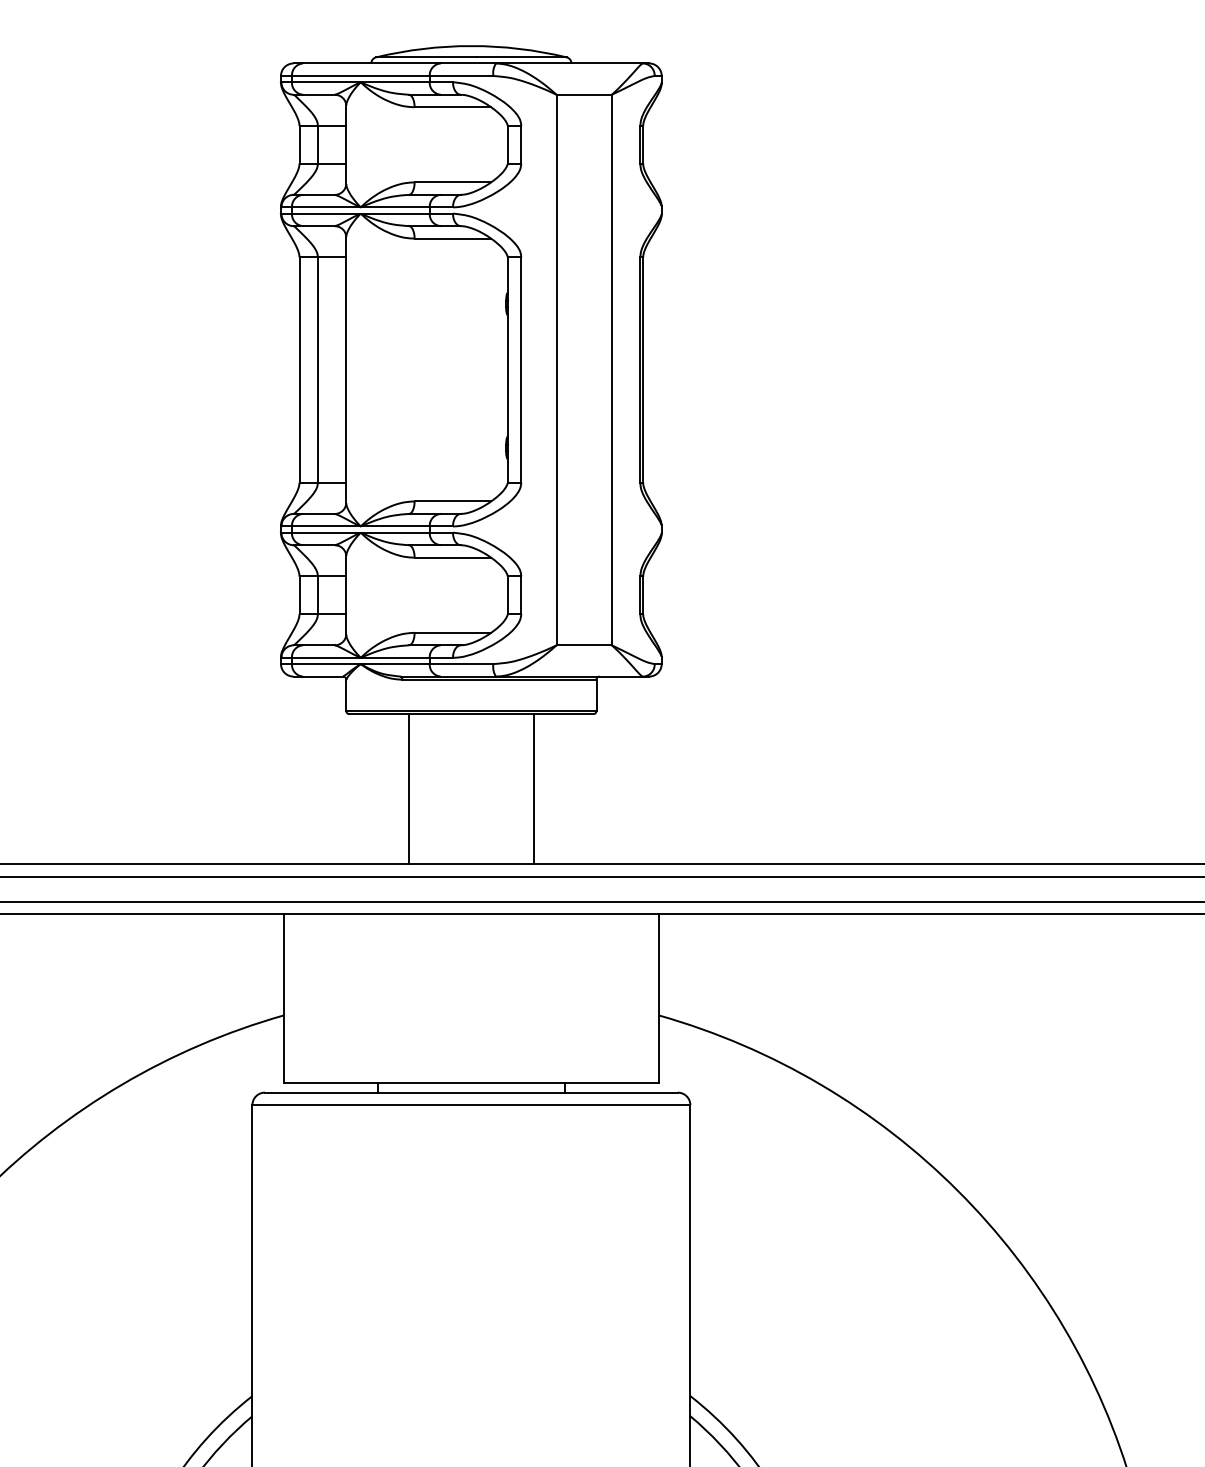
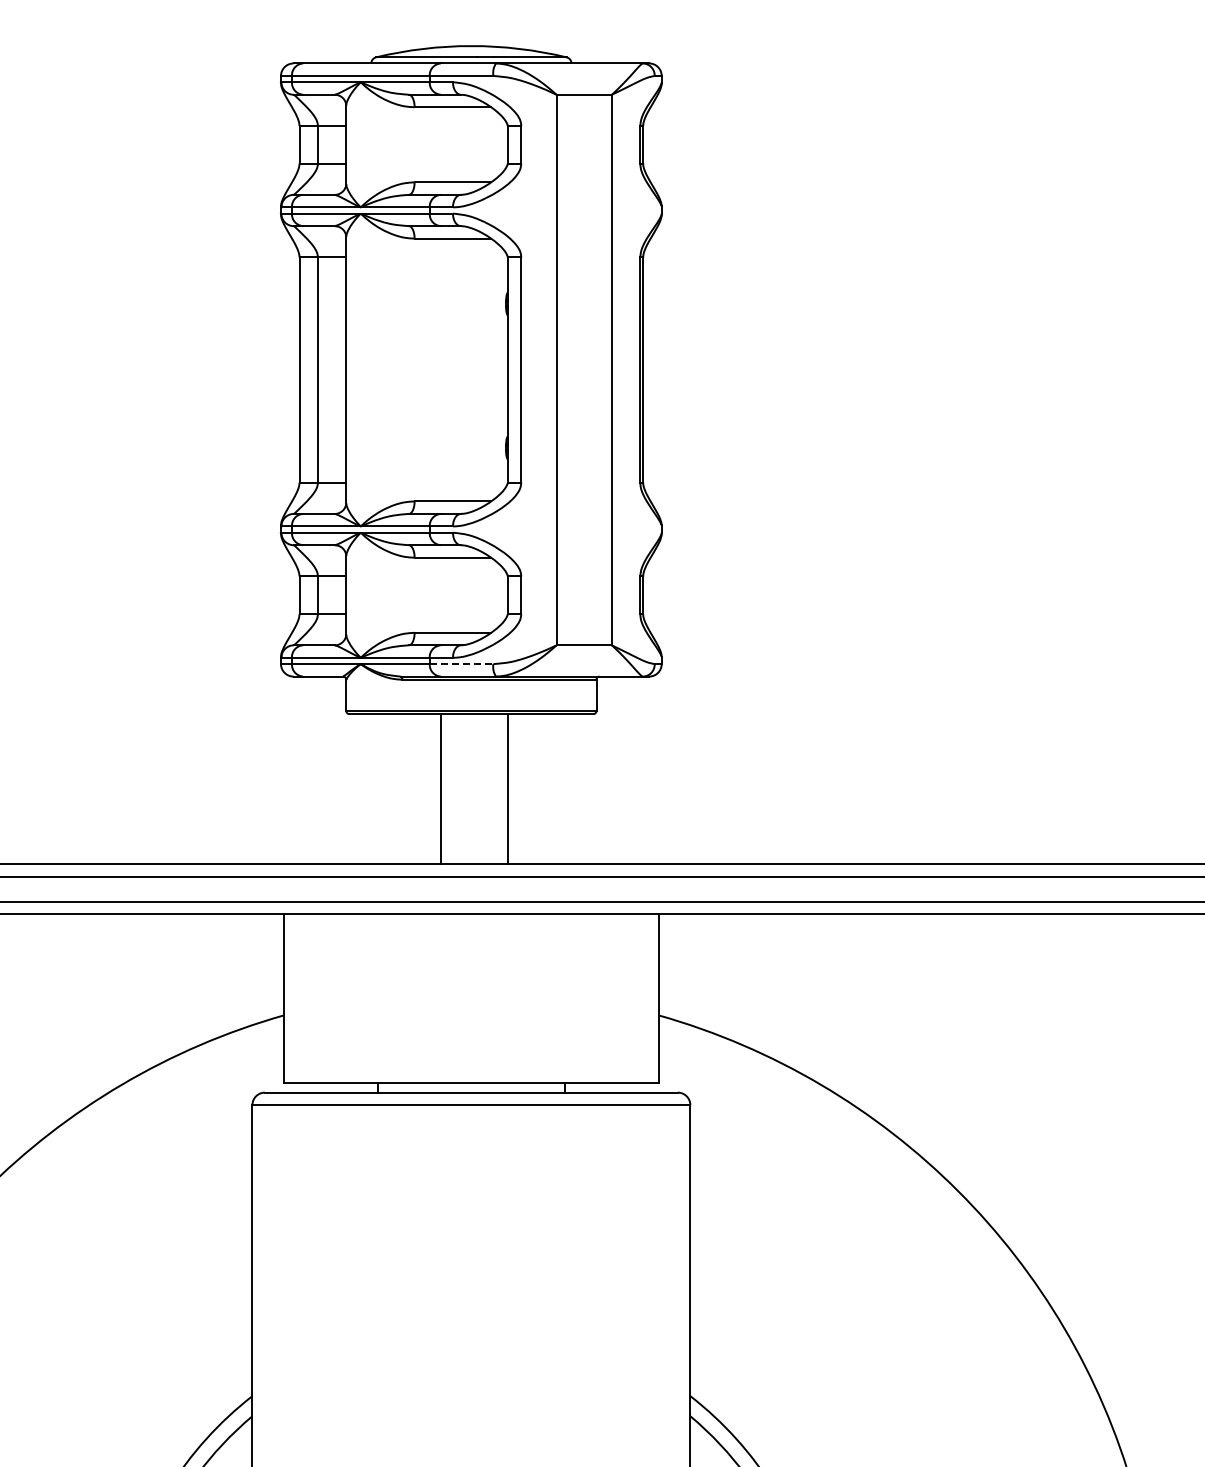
line at (461, 664): solid -> dashed
line at (408, 789) position: (408, 789) -> (440, 789)
line at (533, 789) position: (533, 789) -> (507, 789)
